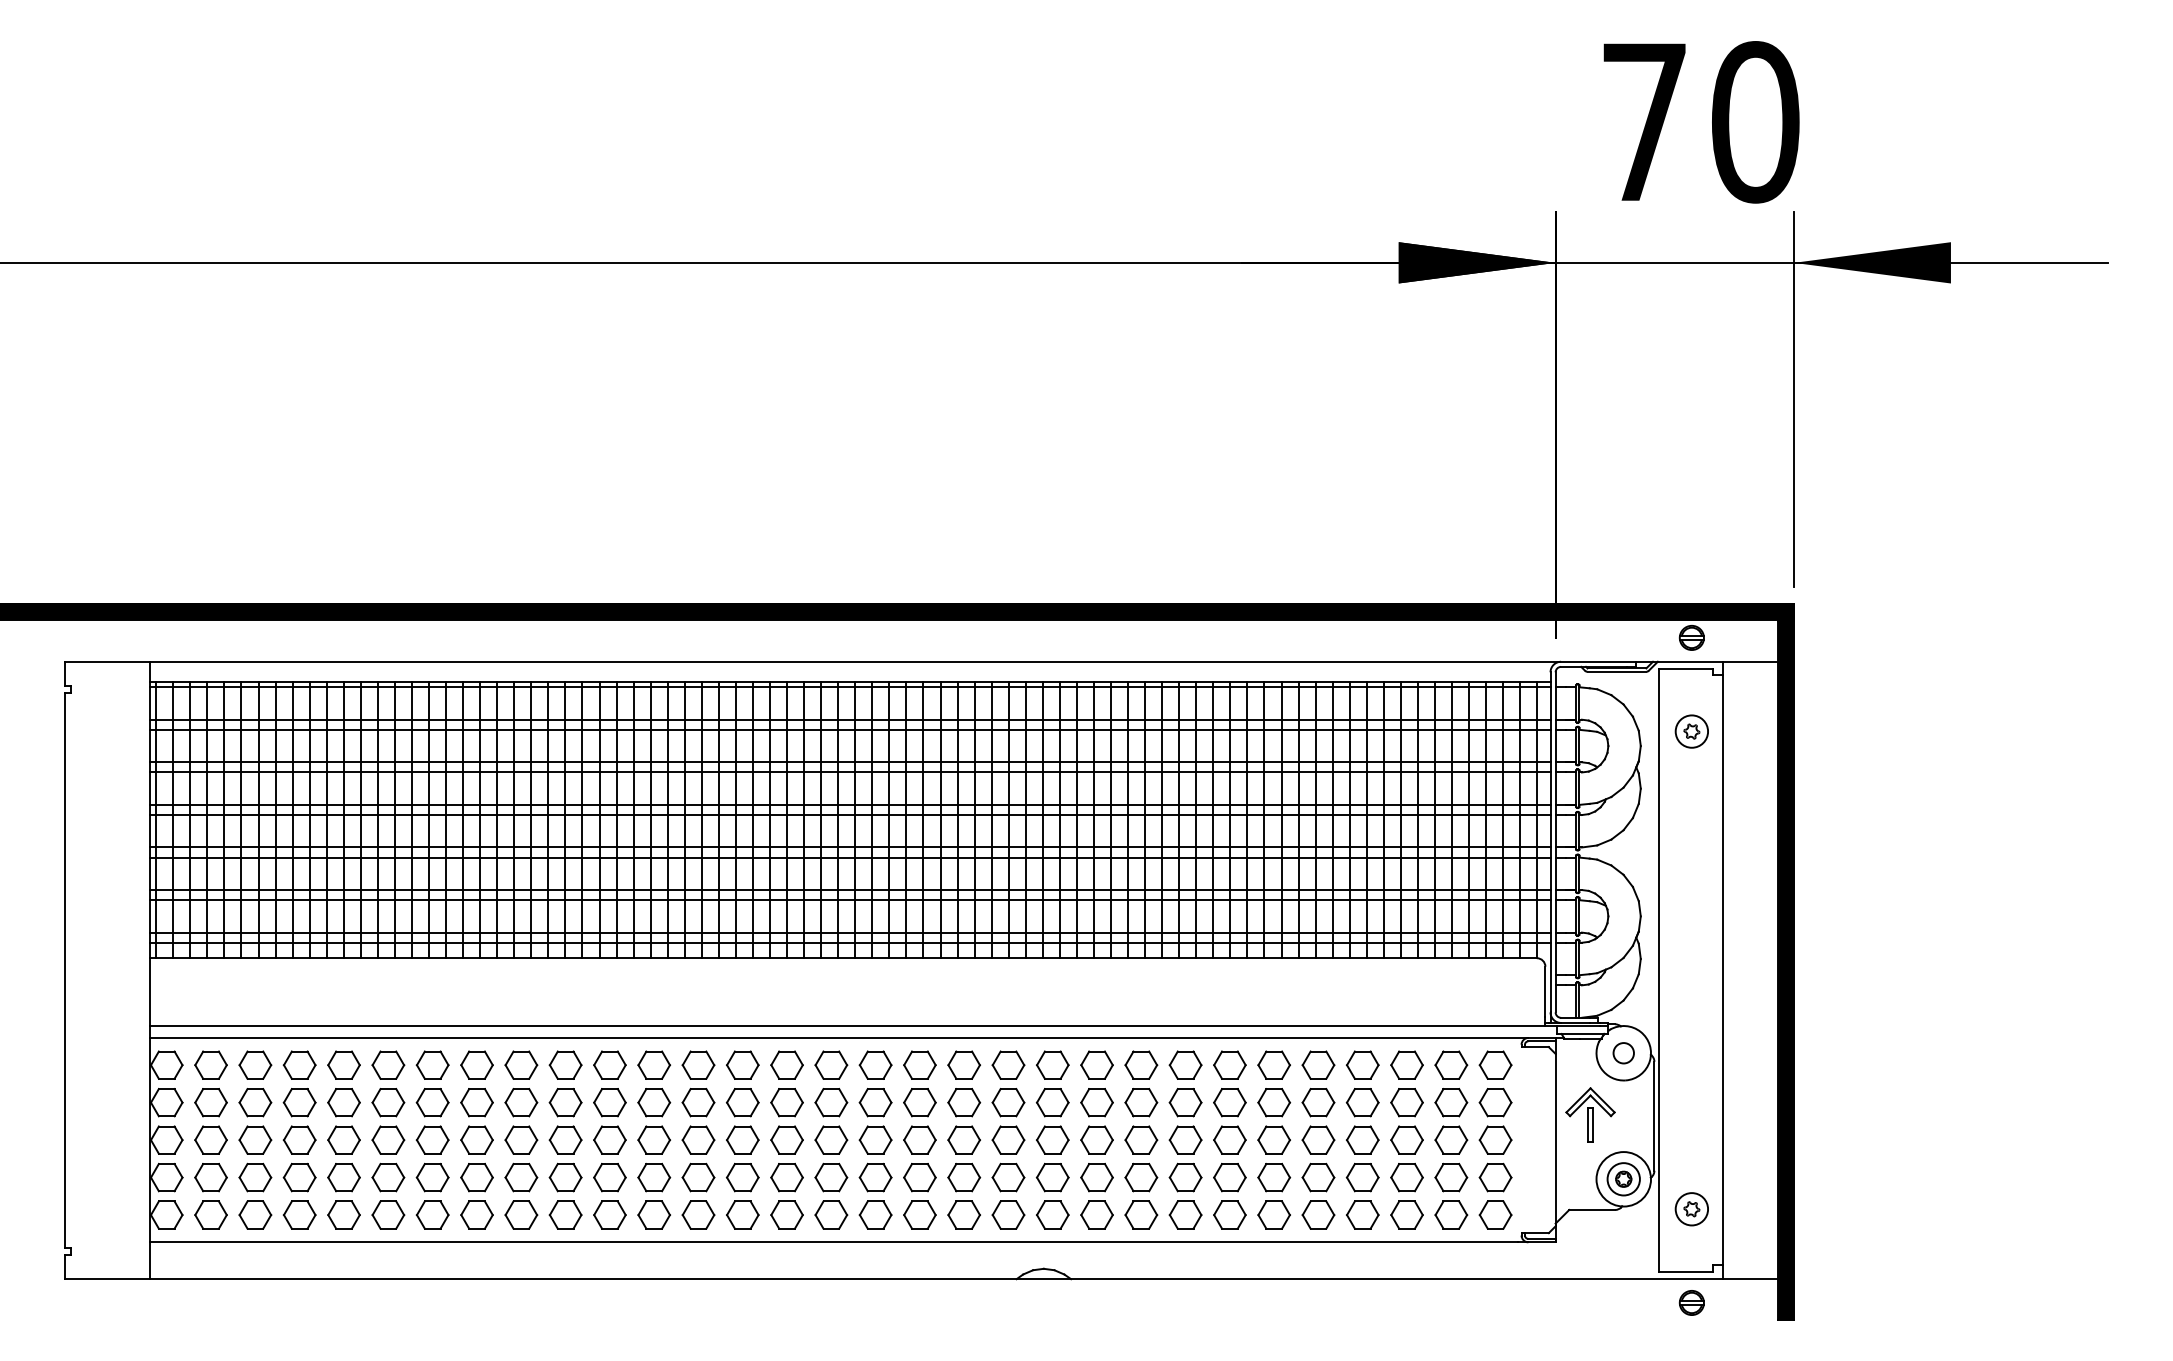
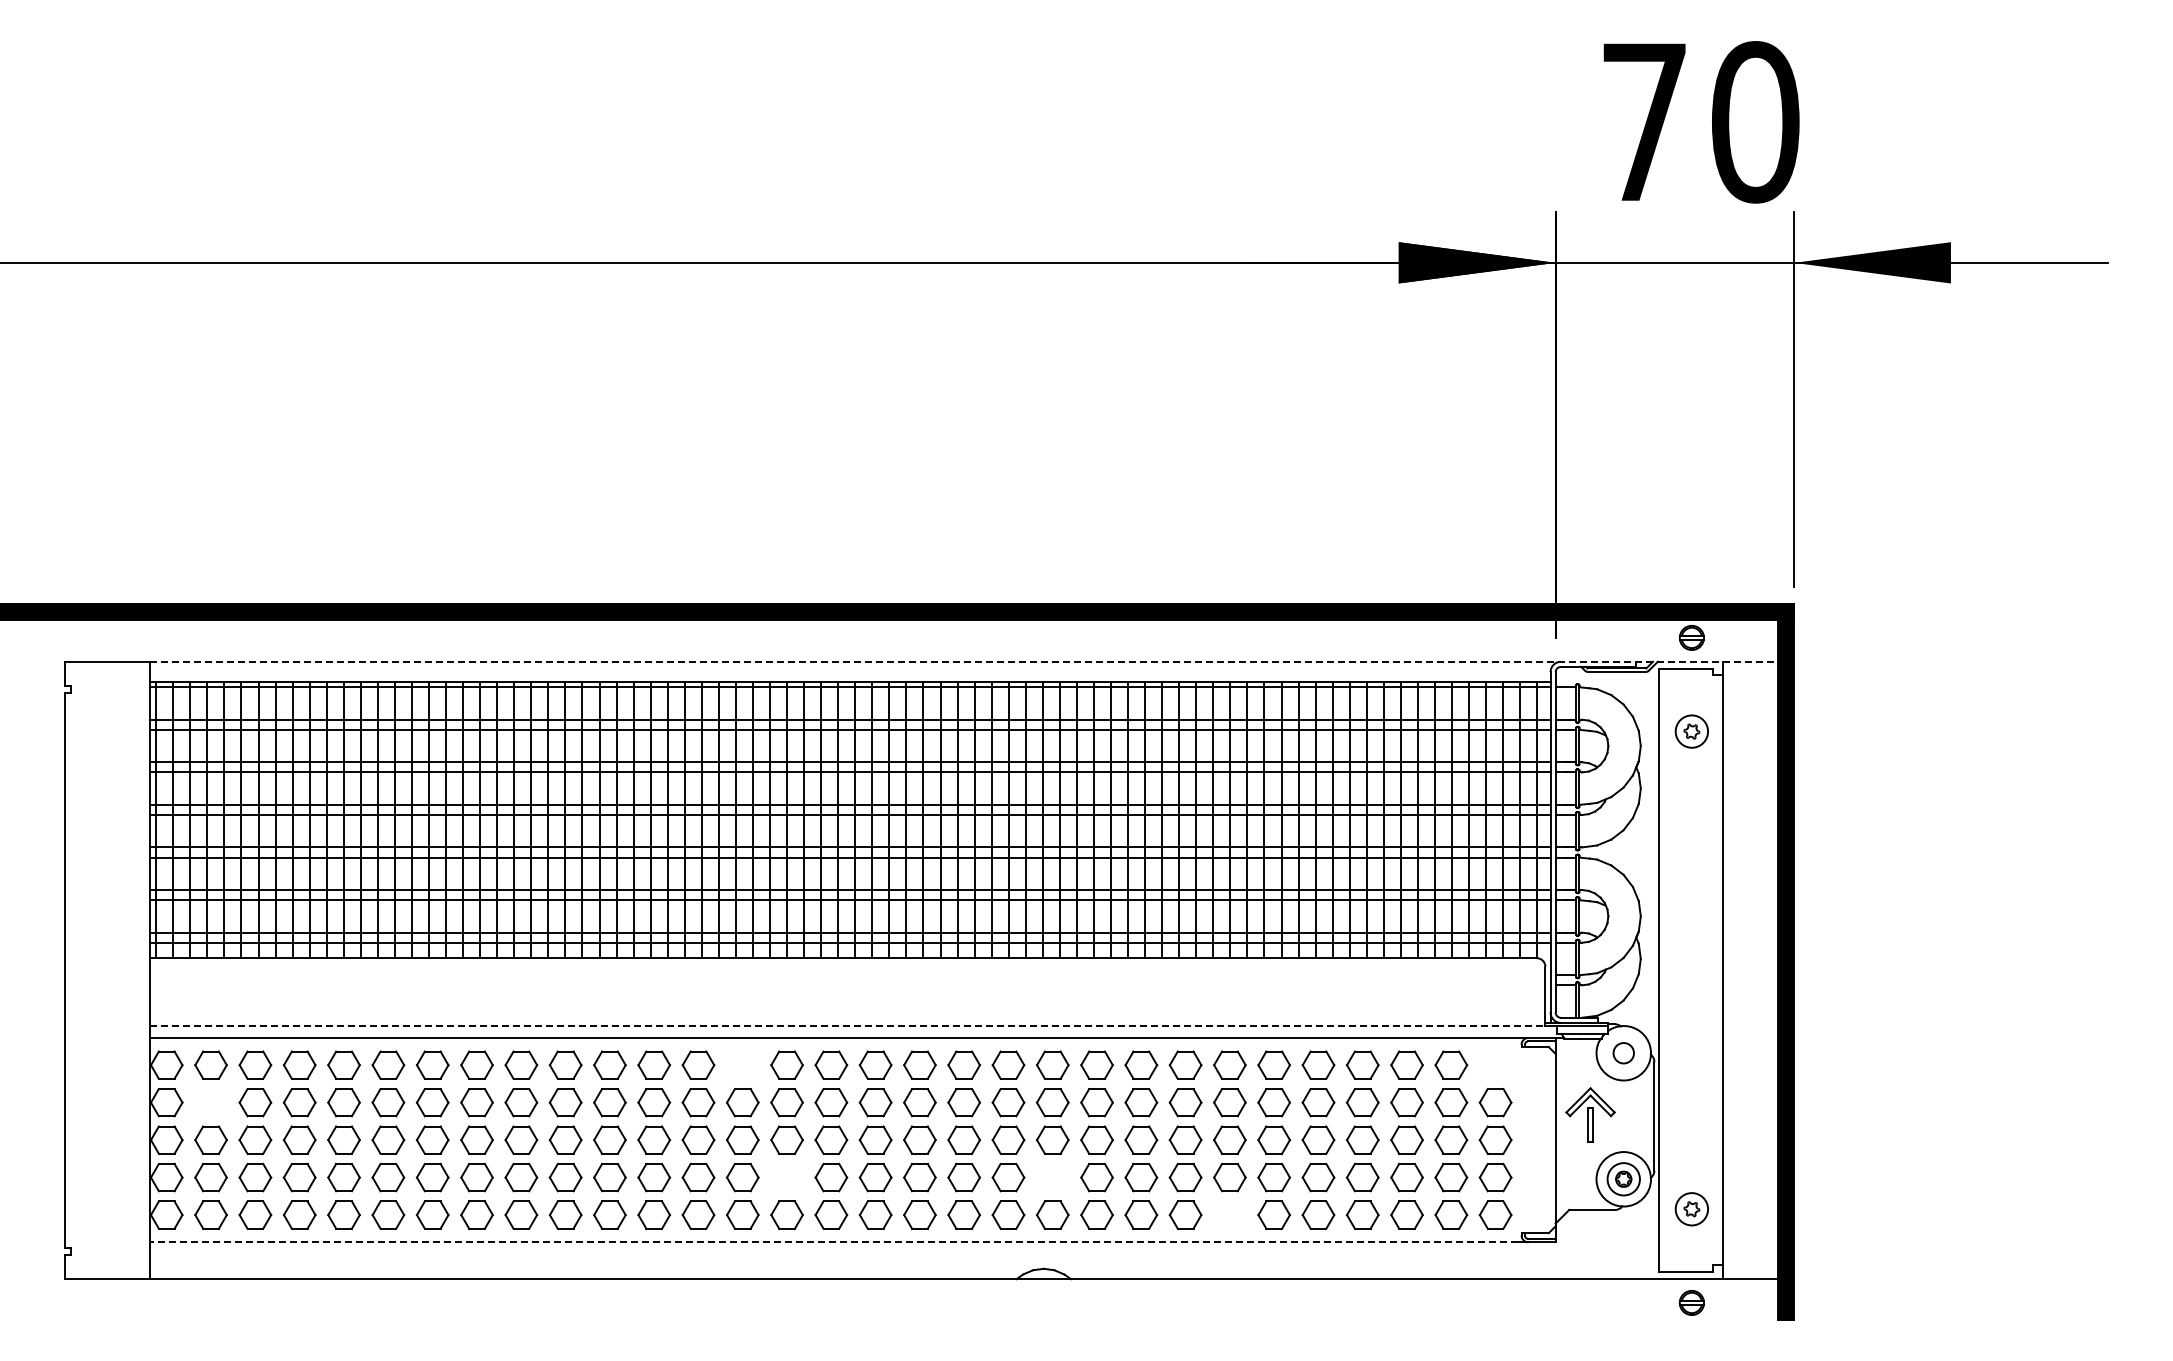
line at (964, 661): solid -> dashed
line at (848, 1026): solid -> dashed
part at (742, 1064): present -> none
part at (1495, 1064): present -> none
part at (210, 1102): present -> none
part at (786, 1177): present -> none
part at (1052, 1177): present -> none
part at (1229, 1214): present -> none
line at (834, 1242): solid -> dashed
